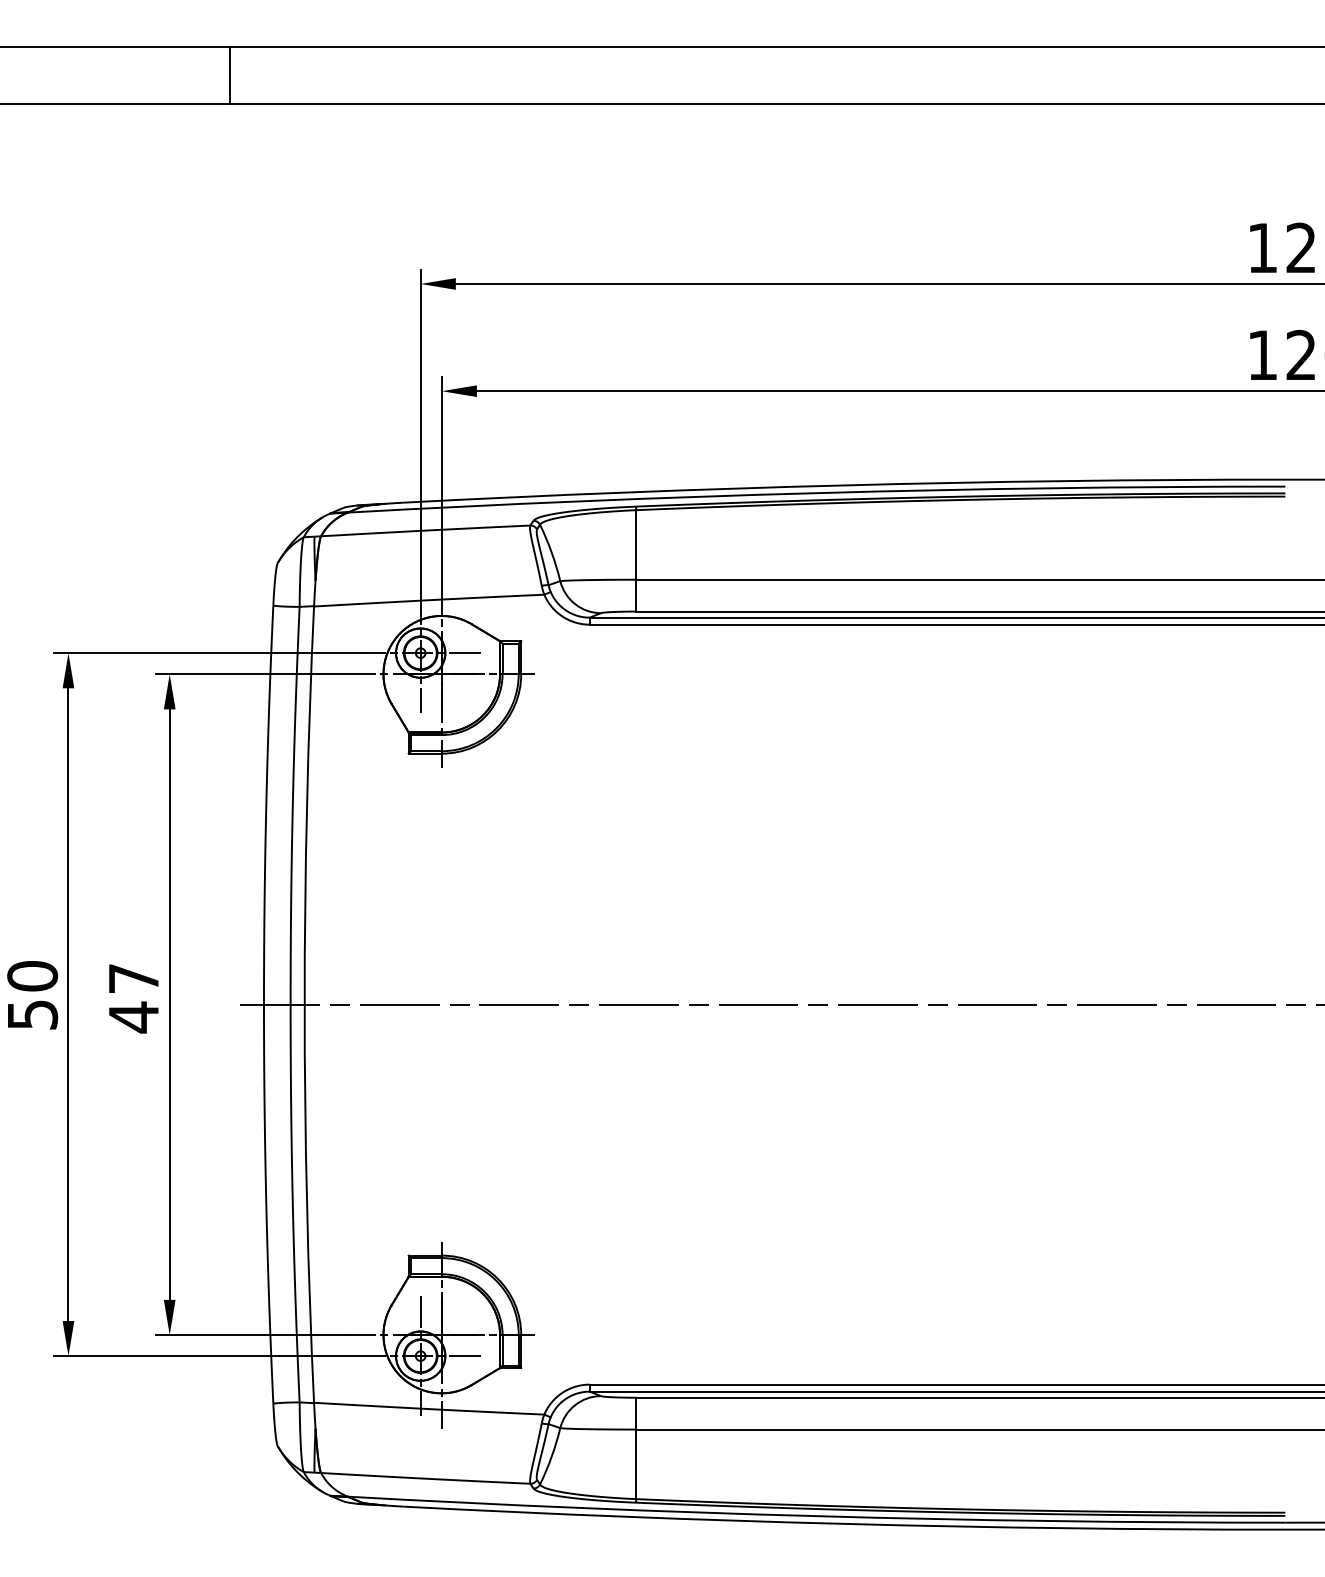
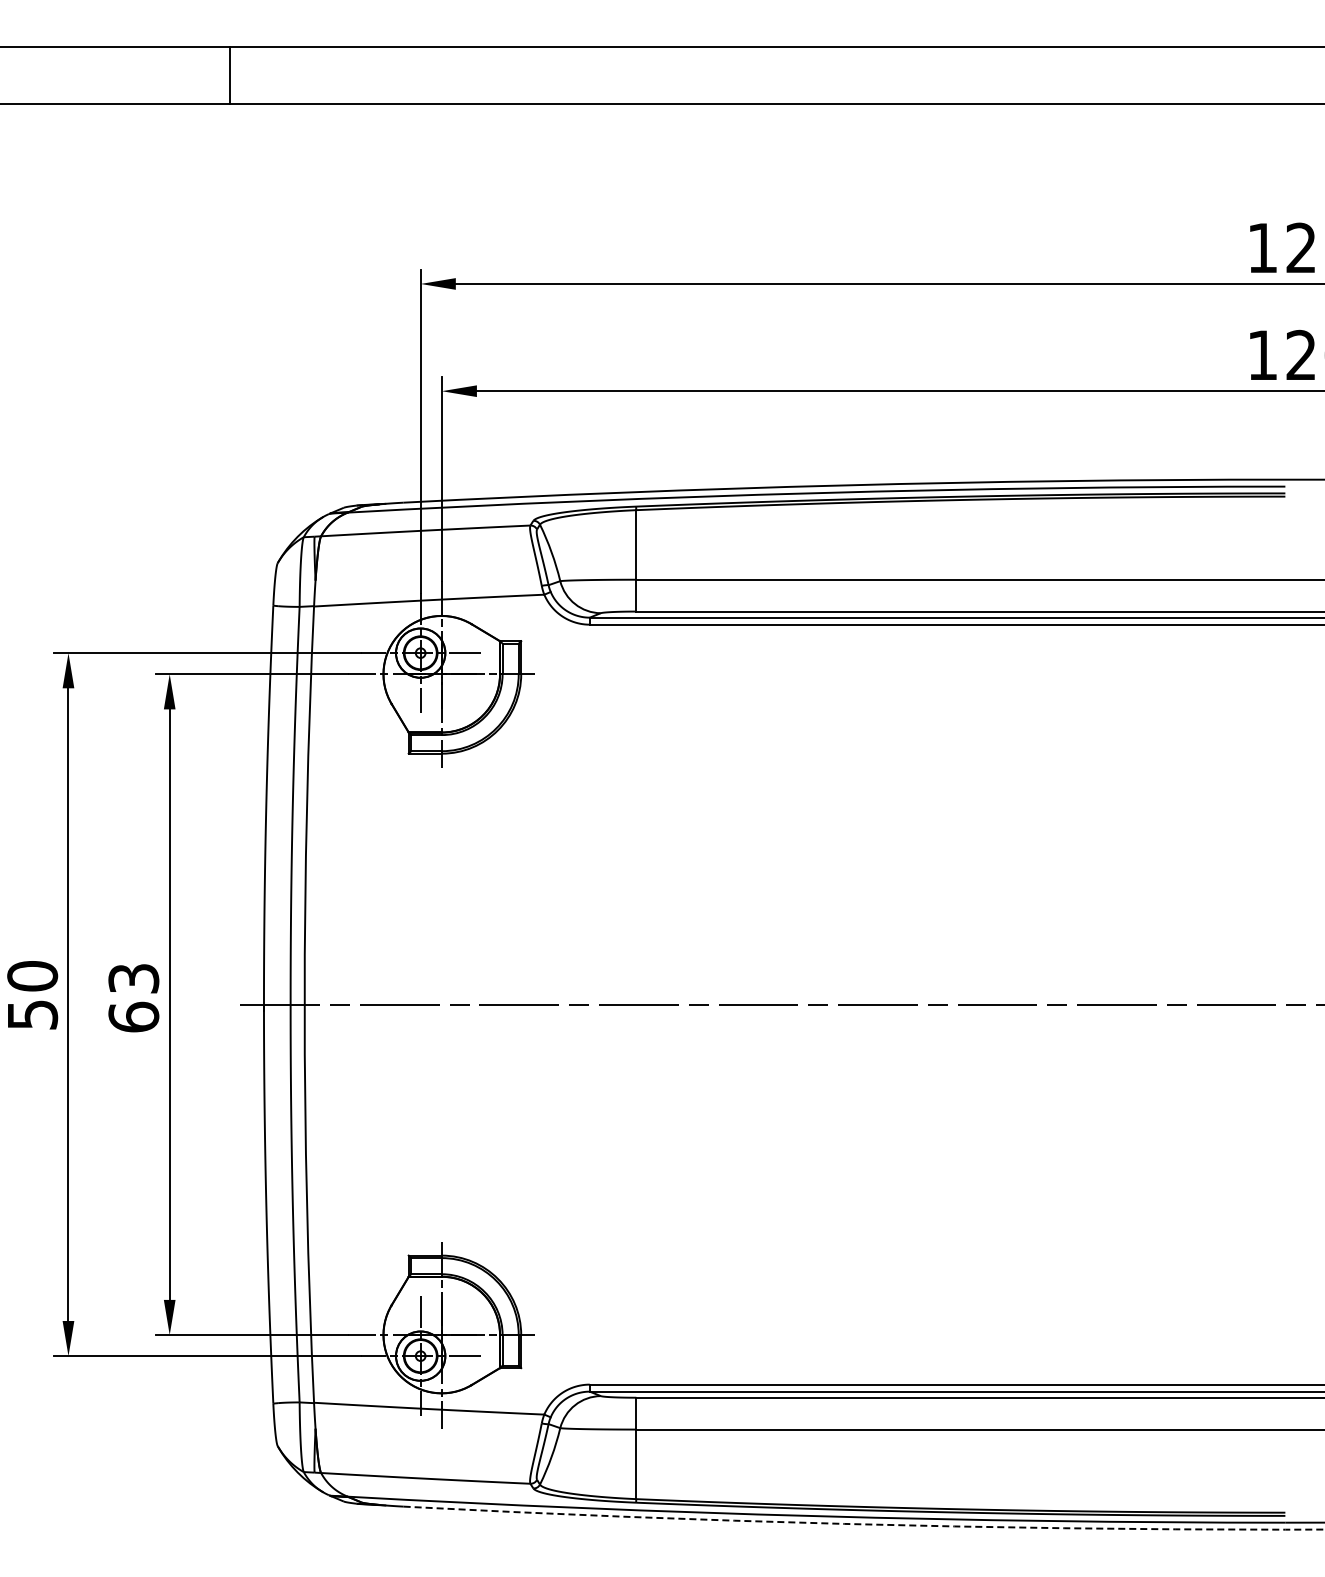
text at (133, 998): 47 -> 63
arc at (864, 1524): solid -> dashed
